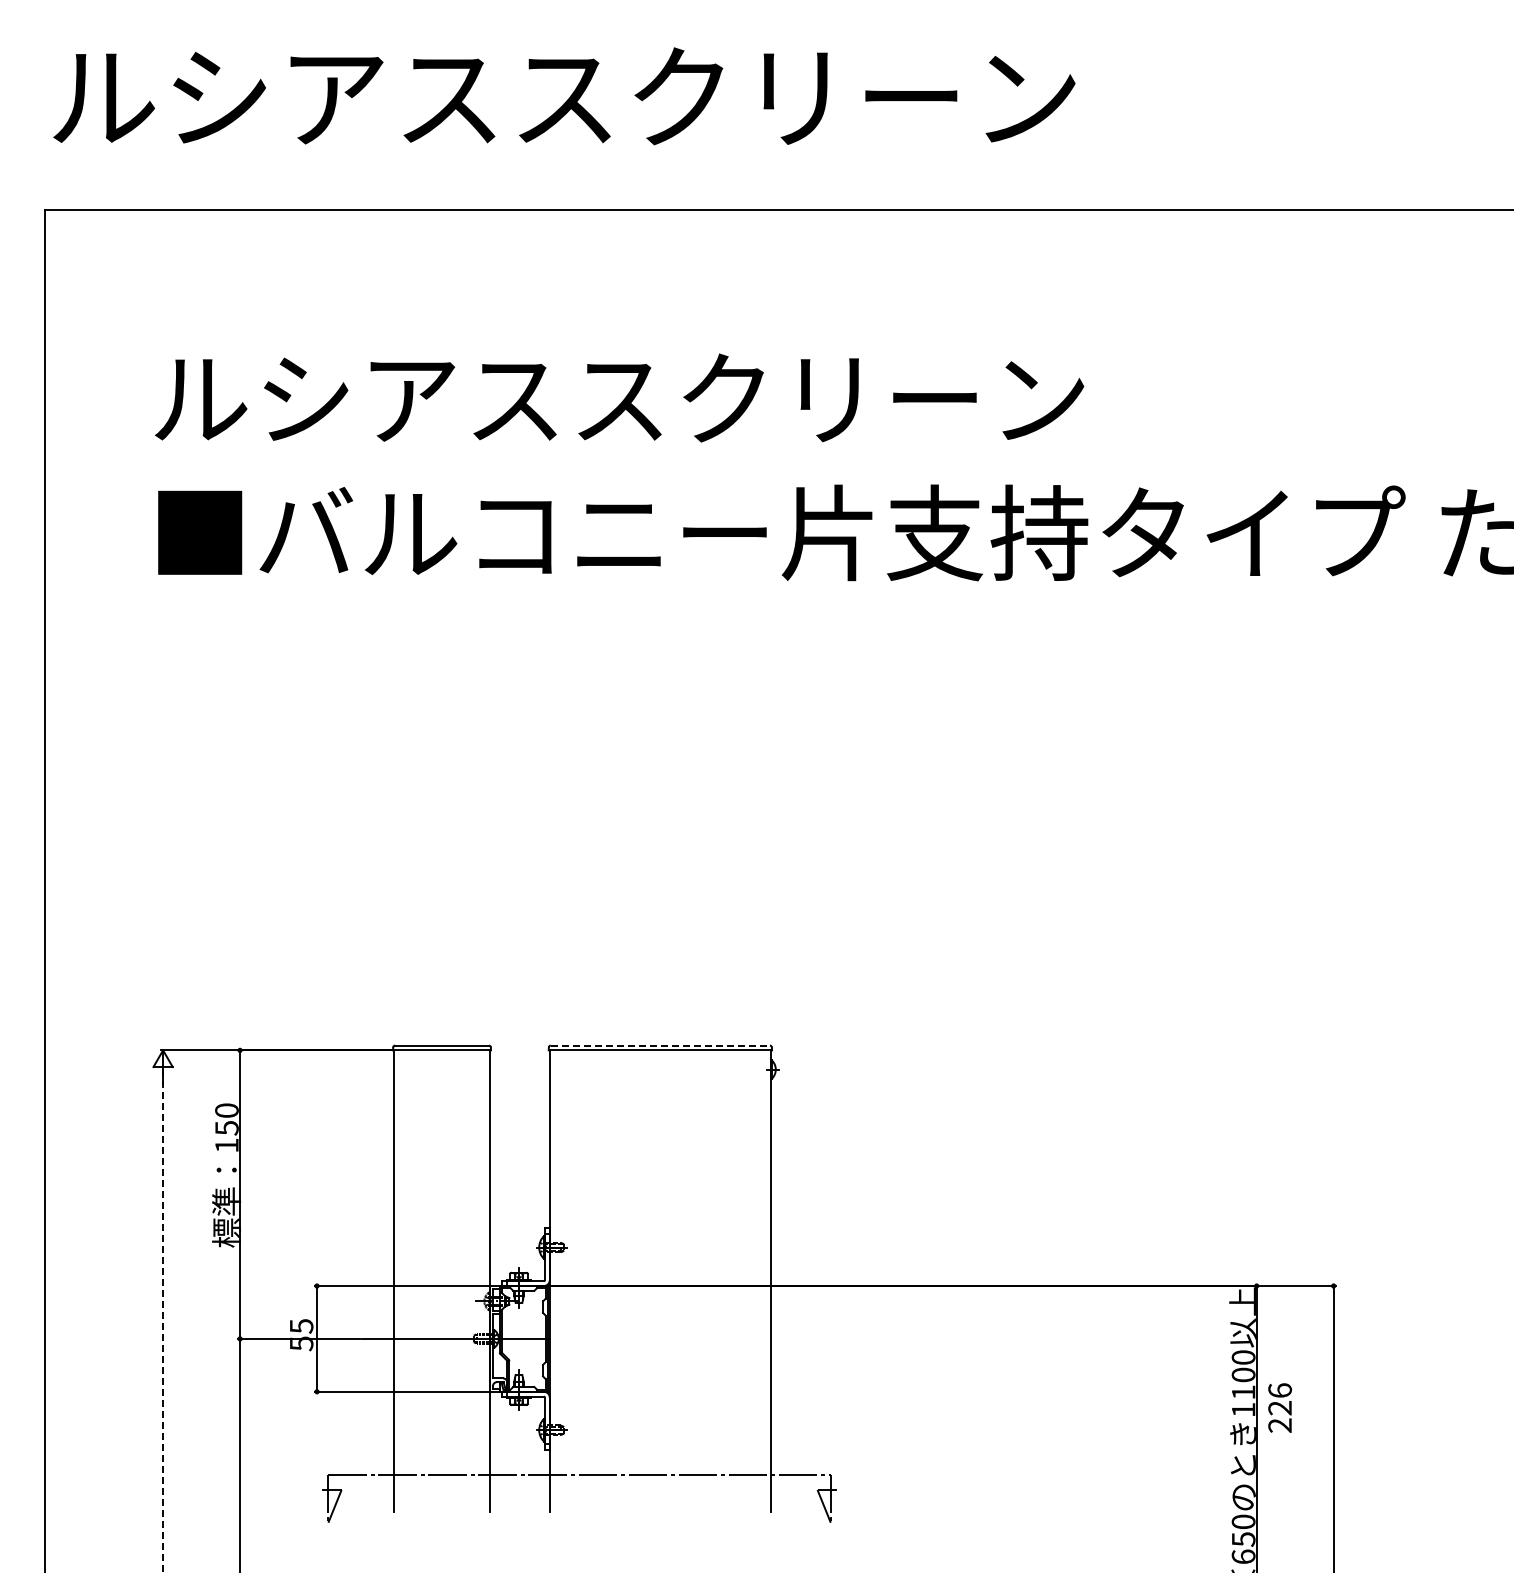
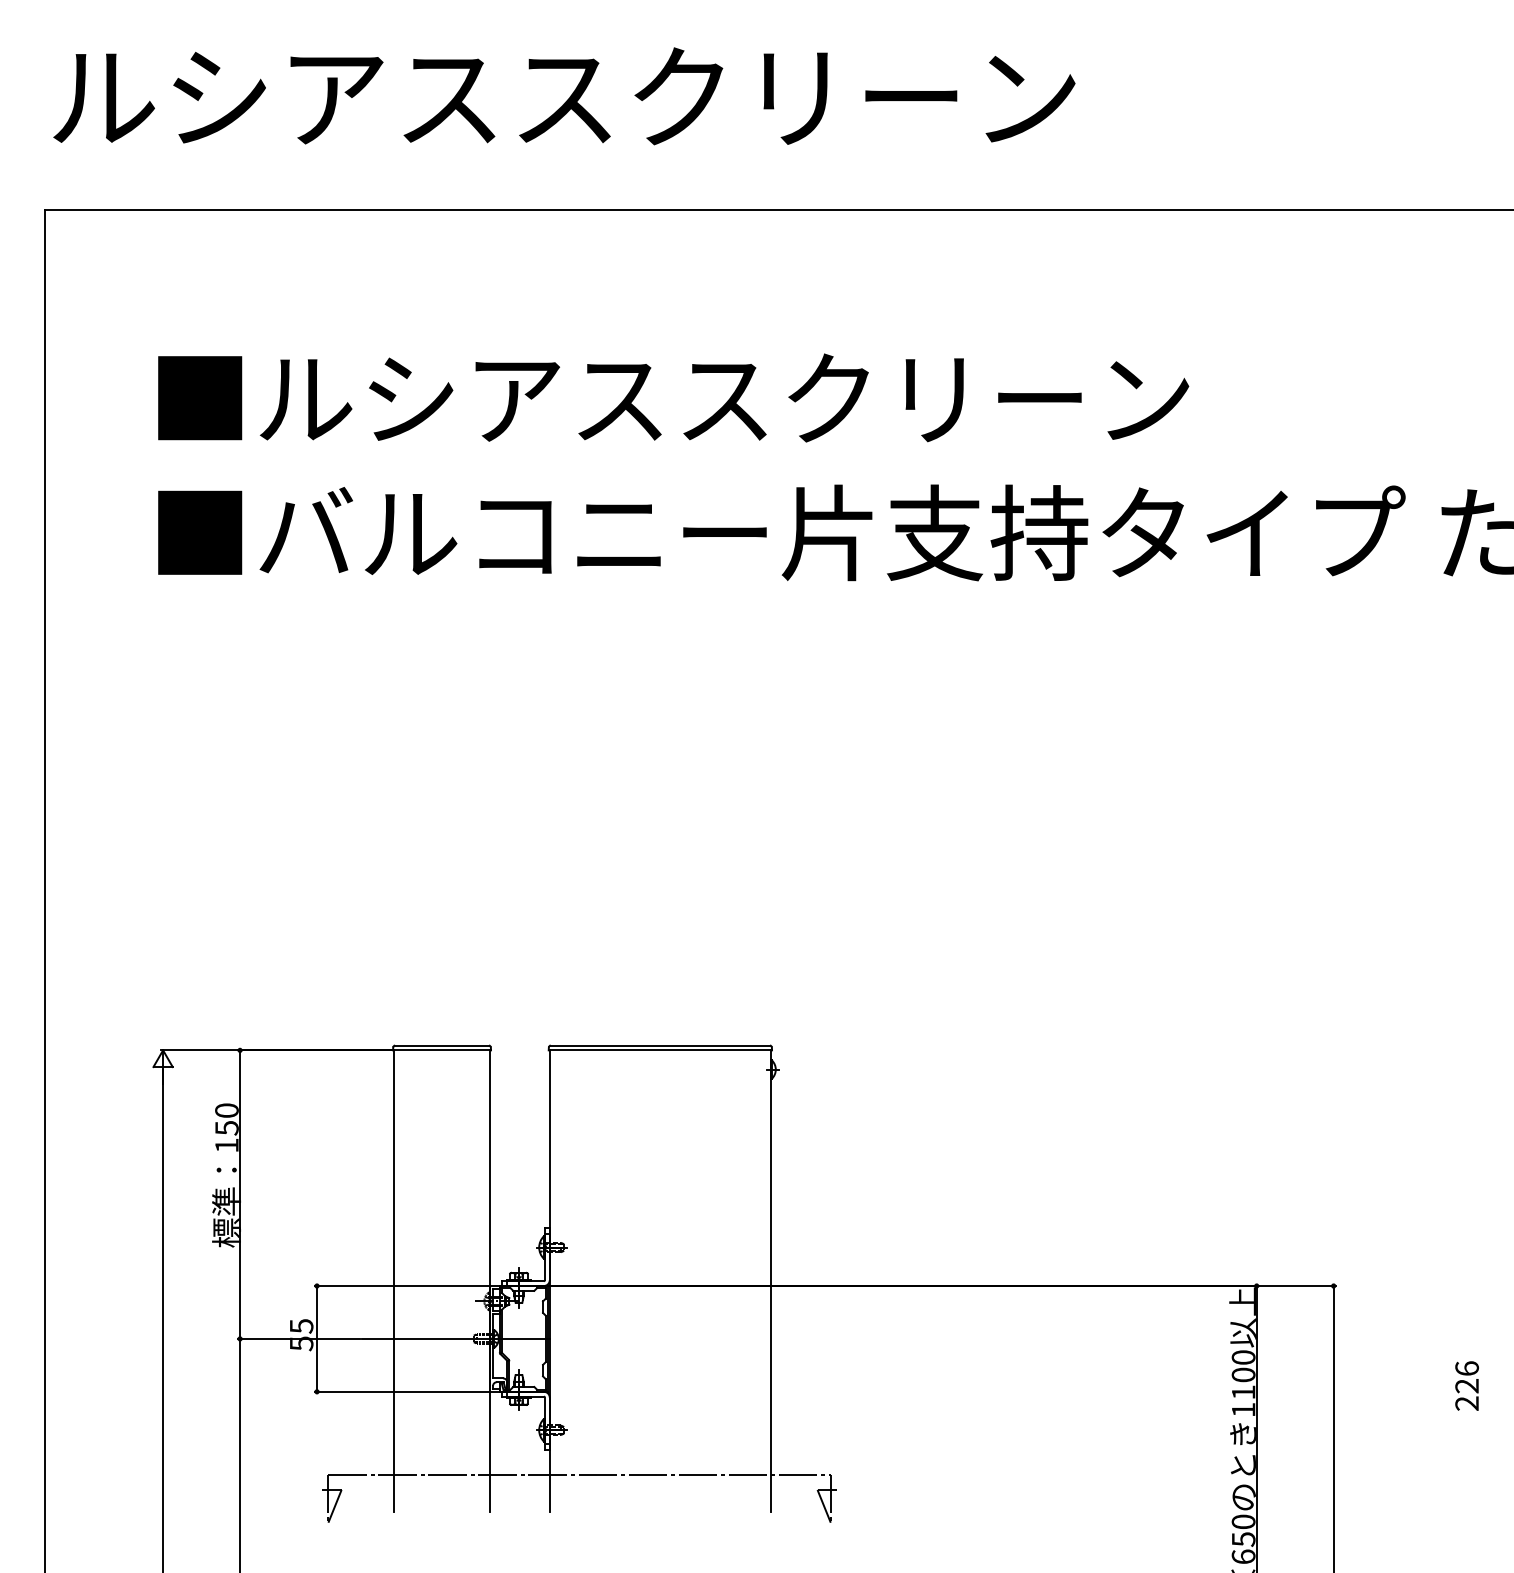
text at (671, 397): ルシアススクリーン -> ■ルシアススクリーン
line at (660, 1045): dashed -> solid
line at (163, 1321): dashed -> solid
text at (1279, 1407) position: (1279, 1407) -> (1466, 1385)
